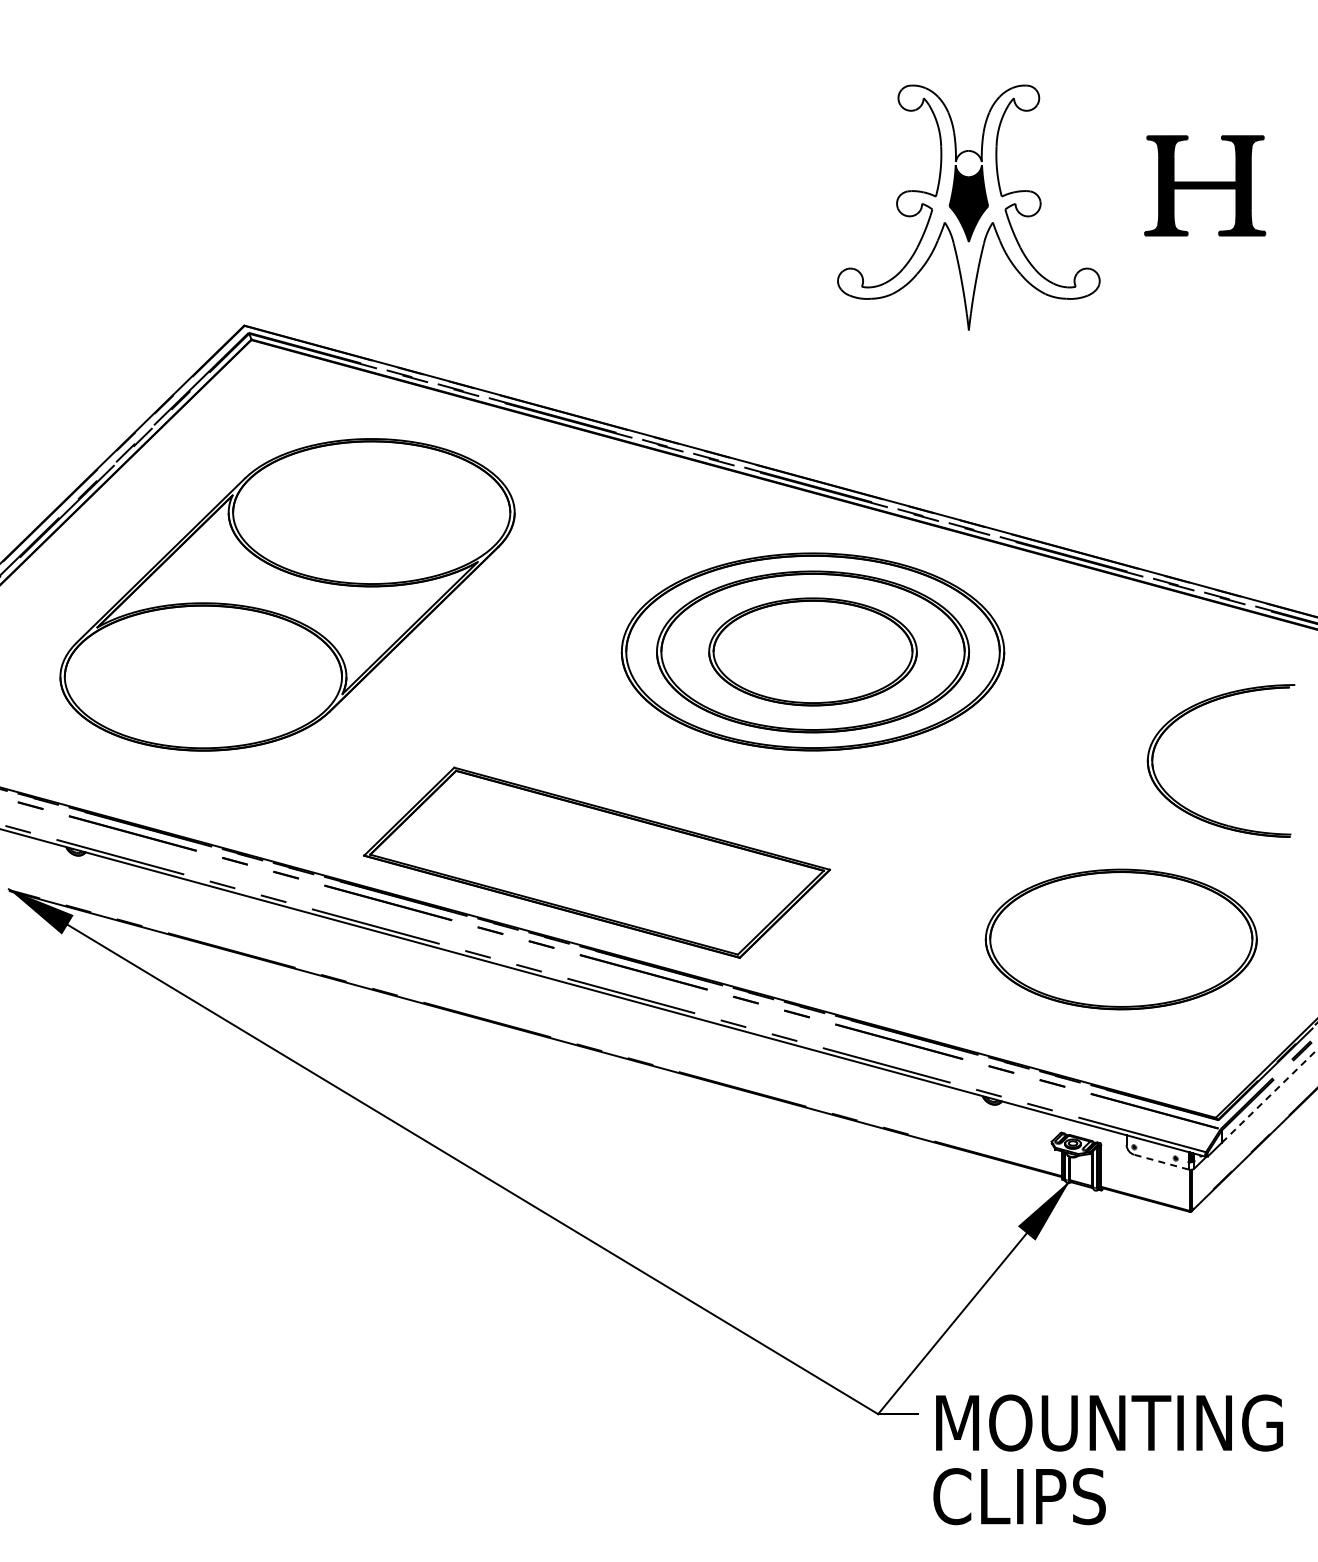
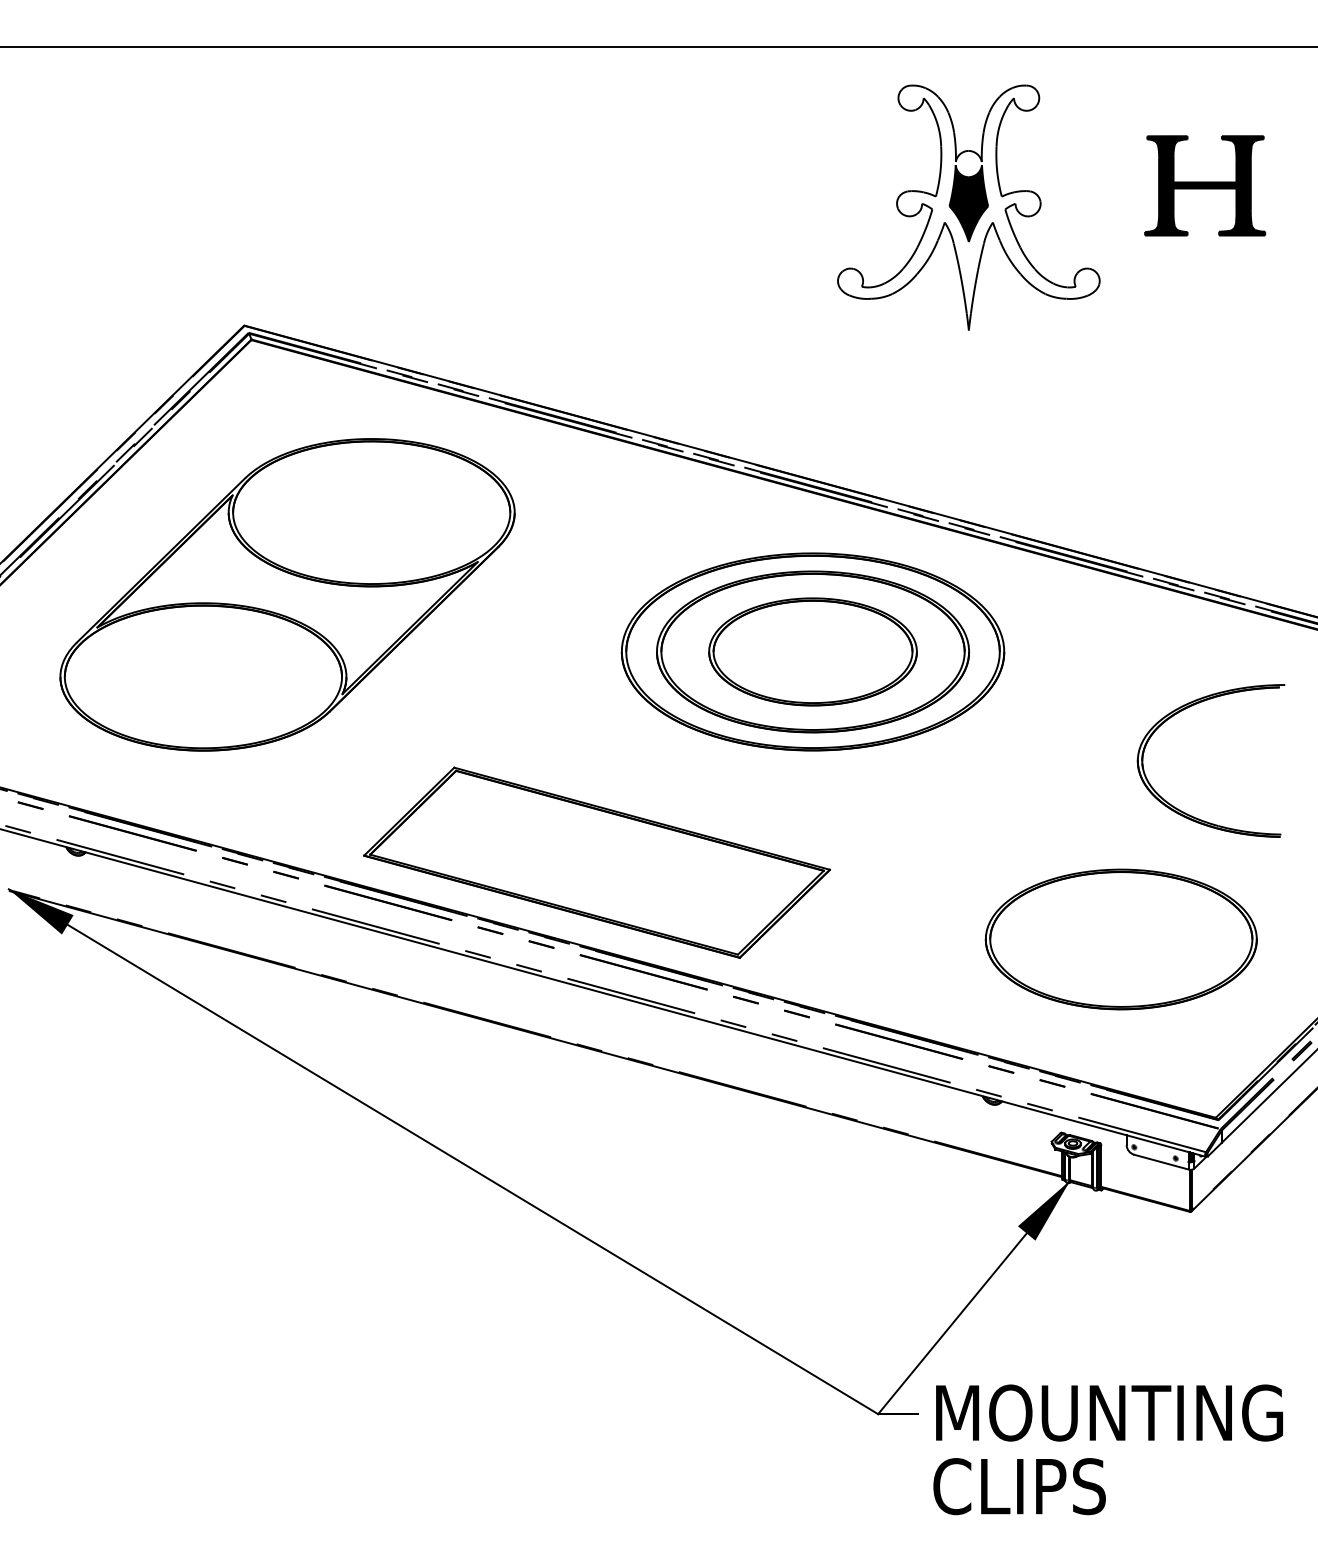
line at (658, 46): none -> present
part at (1190, 712) position: (1190, 712) -> (1180, 712)
line at (1269, 1095): dashed -> solid
line at (1161, 1162): dashed -> solid
text at (1107, 1459) position: (1107, 1459) -> (1107, 1449)
